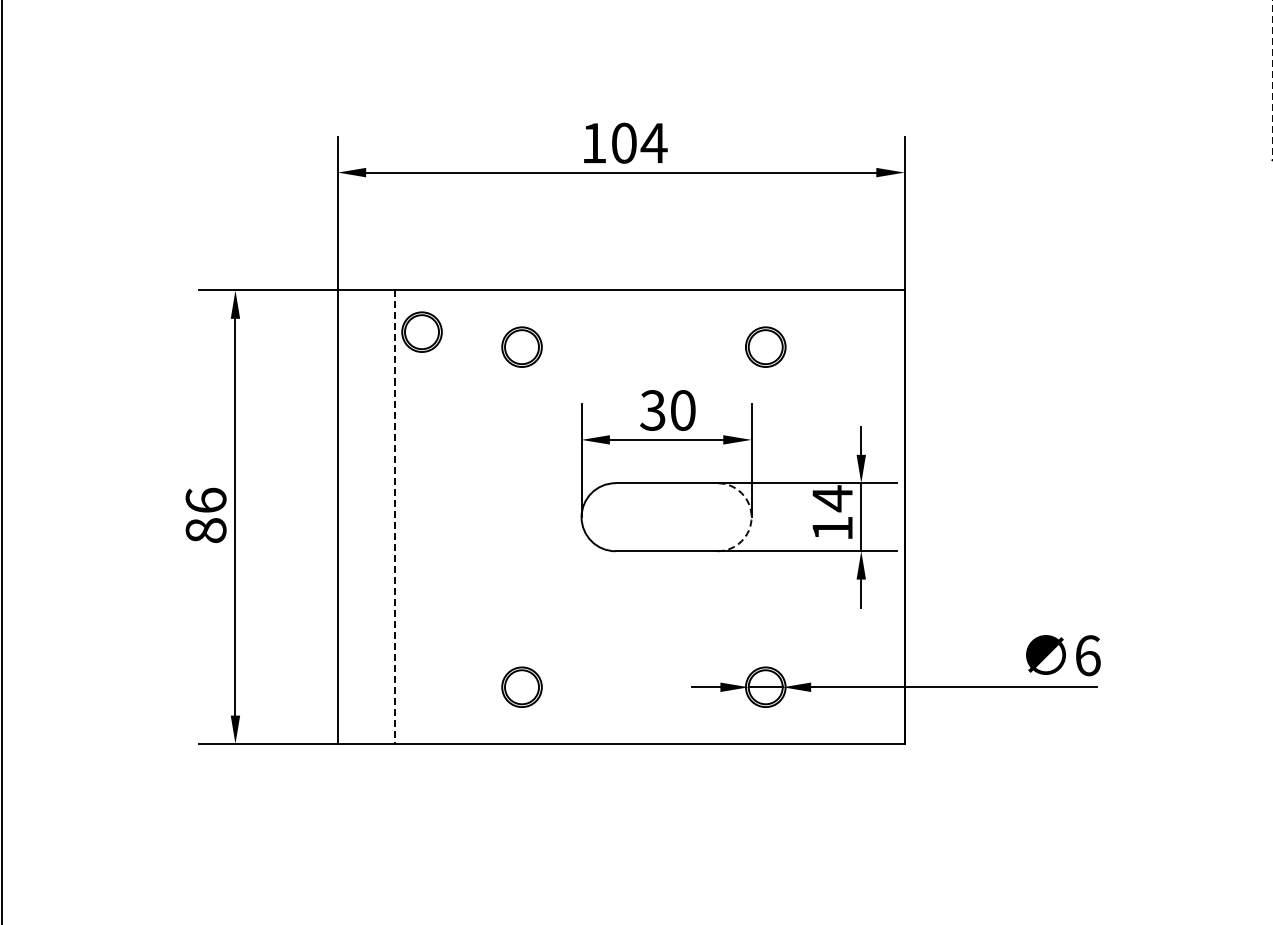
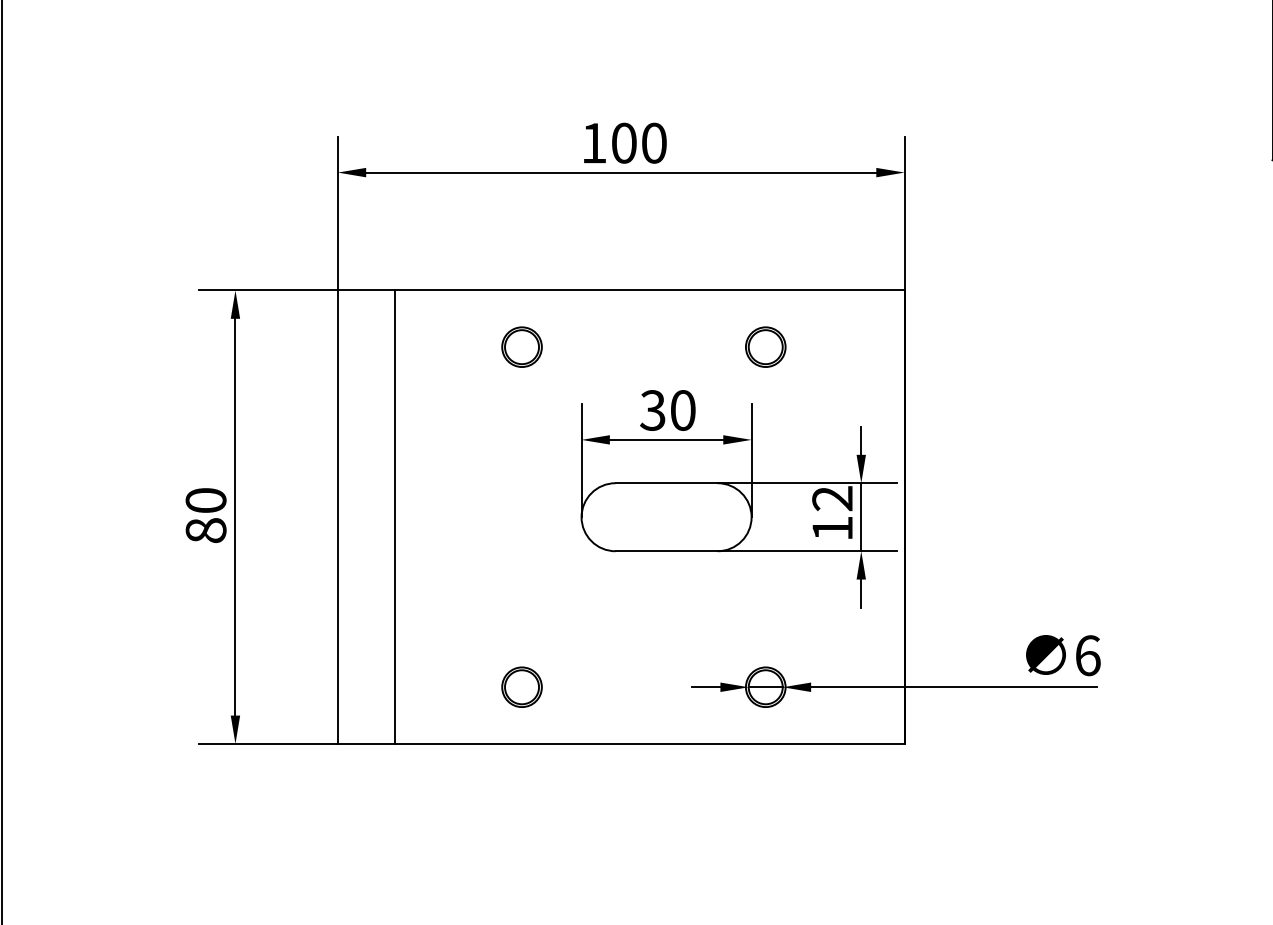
line at (1272, 80): dashed -> solid
text at (653, 142): 104 -> 100
part at (421, 331): present -> none
text at (832, 498): 14 -> 12
text at (205, 499): 86 -> 80
line at (394, 517): dashed -> solid
arc at (751, 517): dashed -> solid
